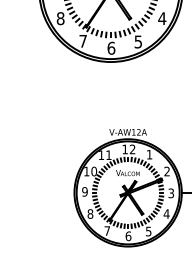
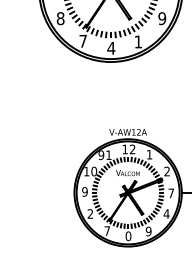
text at (162, 18): 4 -> 9
text at (137, 41): 5 -> 1
text at (111, 47): 6 -> 4
text at (101, 155): 11 -> 91
text at (171, 193): 3 -> 7
text at (90, 213): 8 -> 2
text at (148, 231): 5 -> 9
text at (128, 235): 6 -> 0
